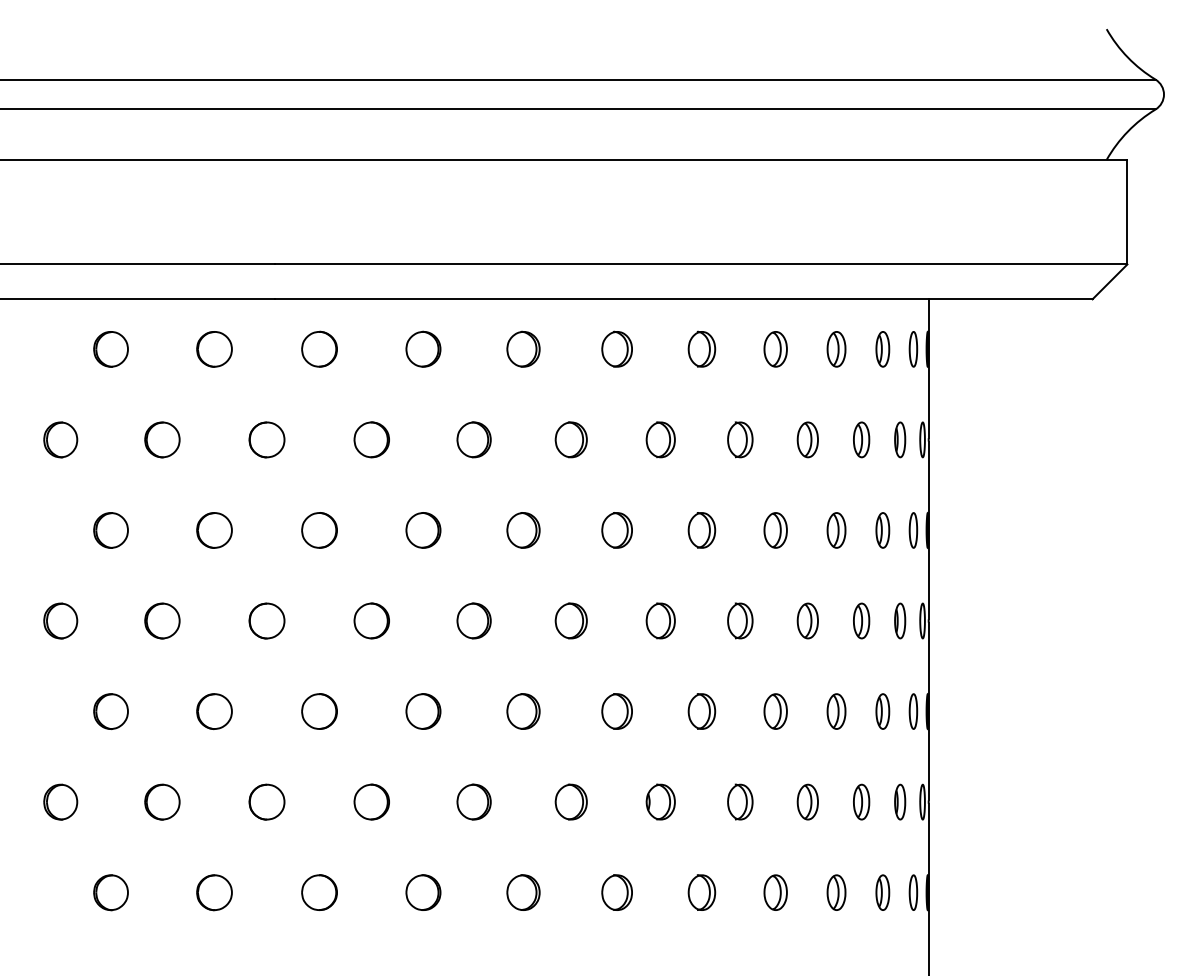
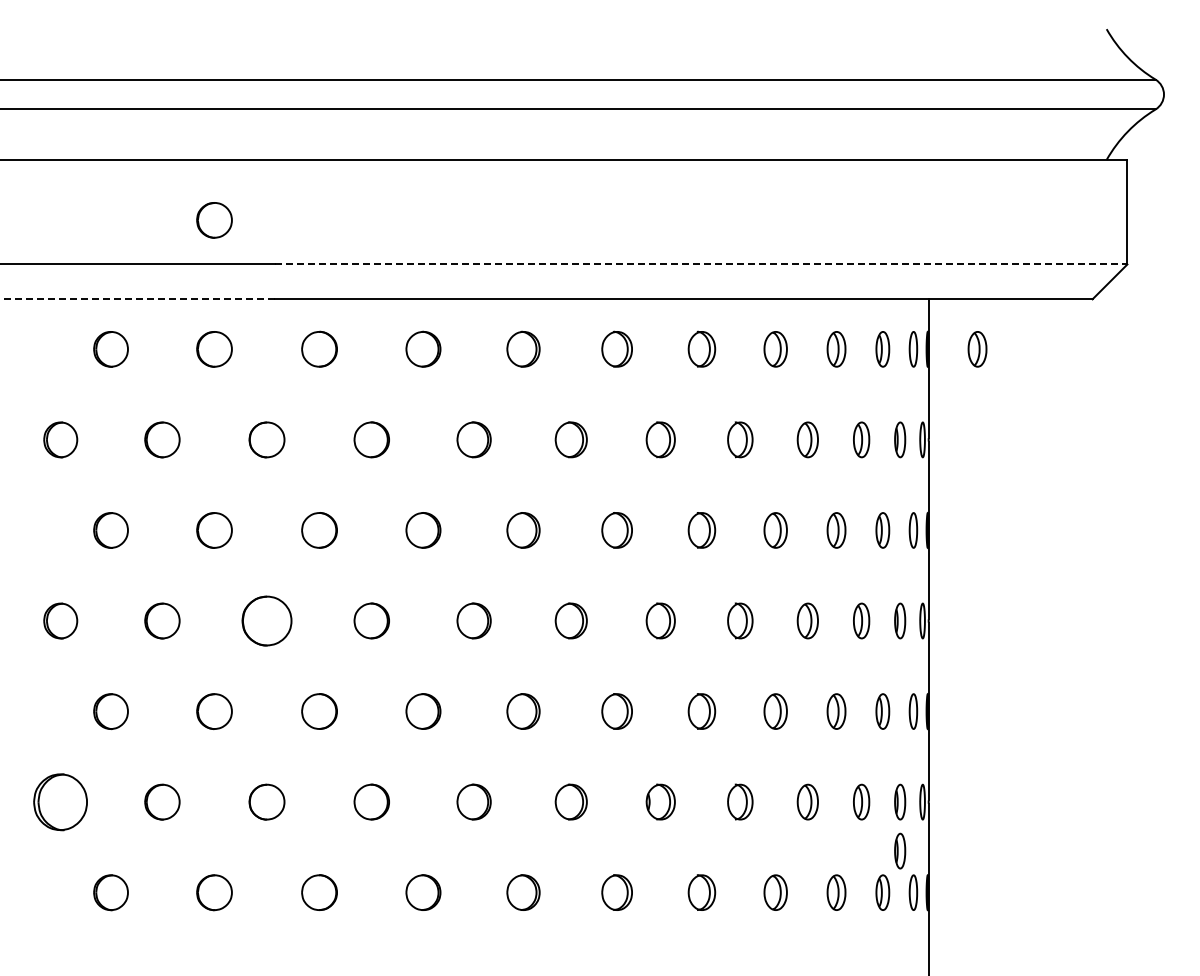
part at (214, 220): none -> present
line at (701, 264): solid -> dashed
line at (137, 299): solid -> dashed
part at (977, 349): none -> present
part at (266, 620) size: 38x38 px -> 52x52 px
part at (60, 801) size: 36x38 px -> 55x59 px
part at (900, 850): none -> present
